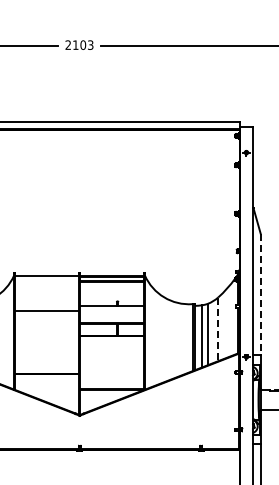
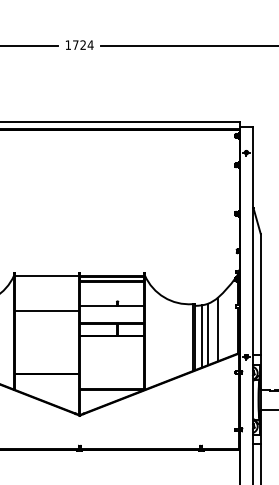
text at (79, 44): 2103 -> 1724
line at (260, 294): dashed -> solid
line at (218, 329): dashed -> solid
